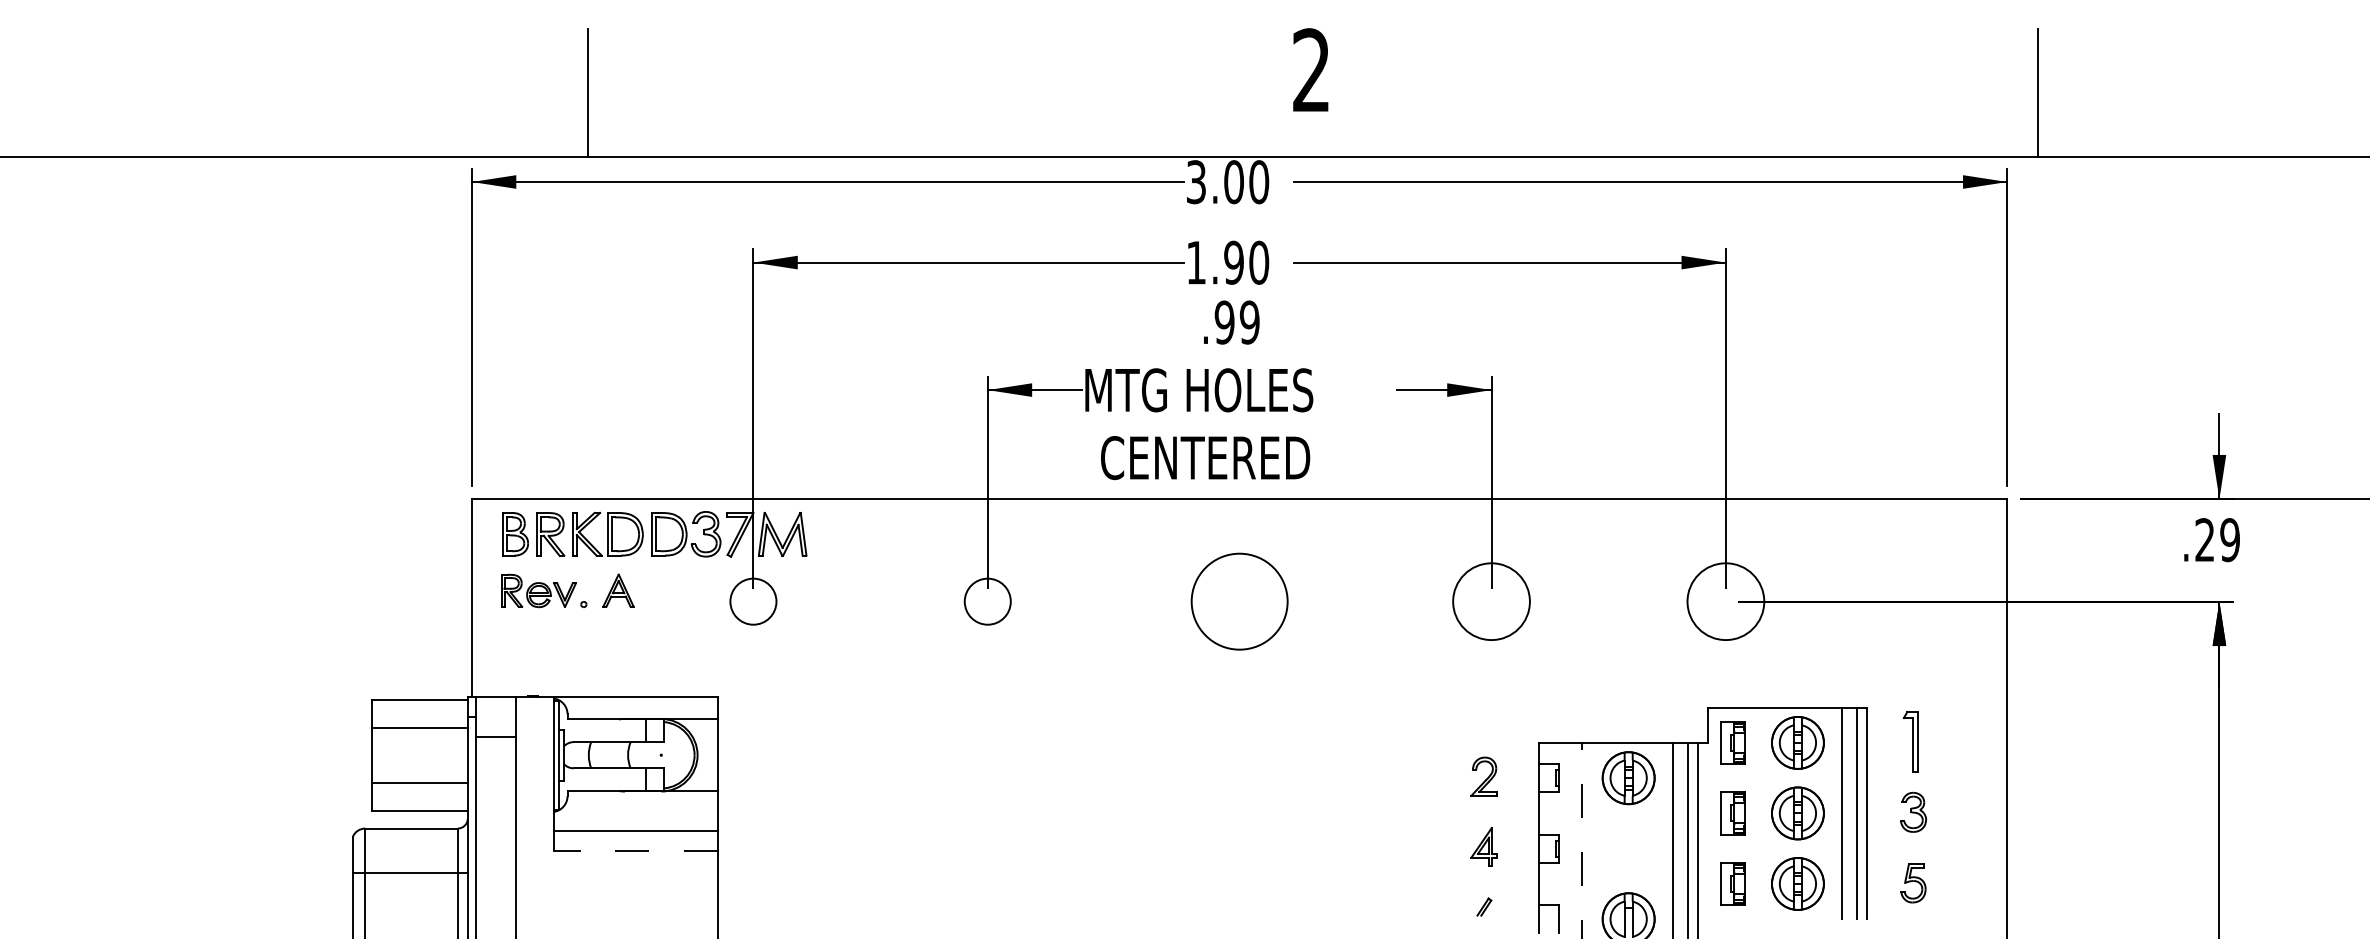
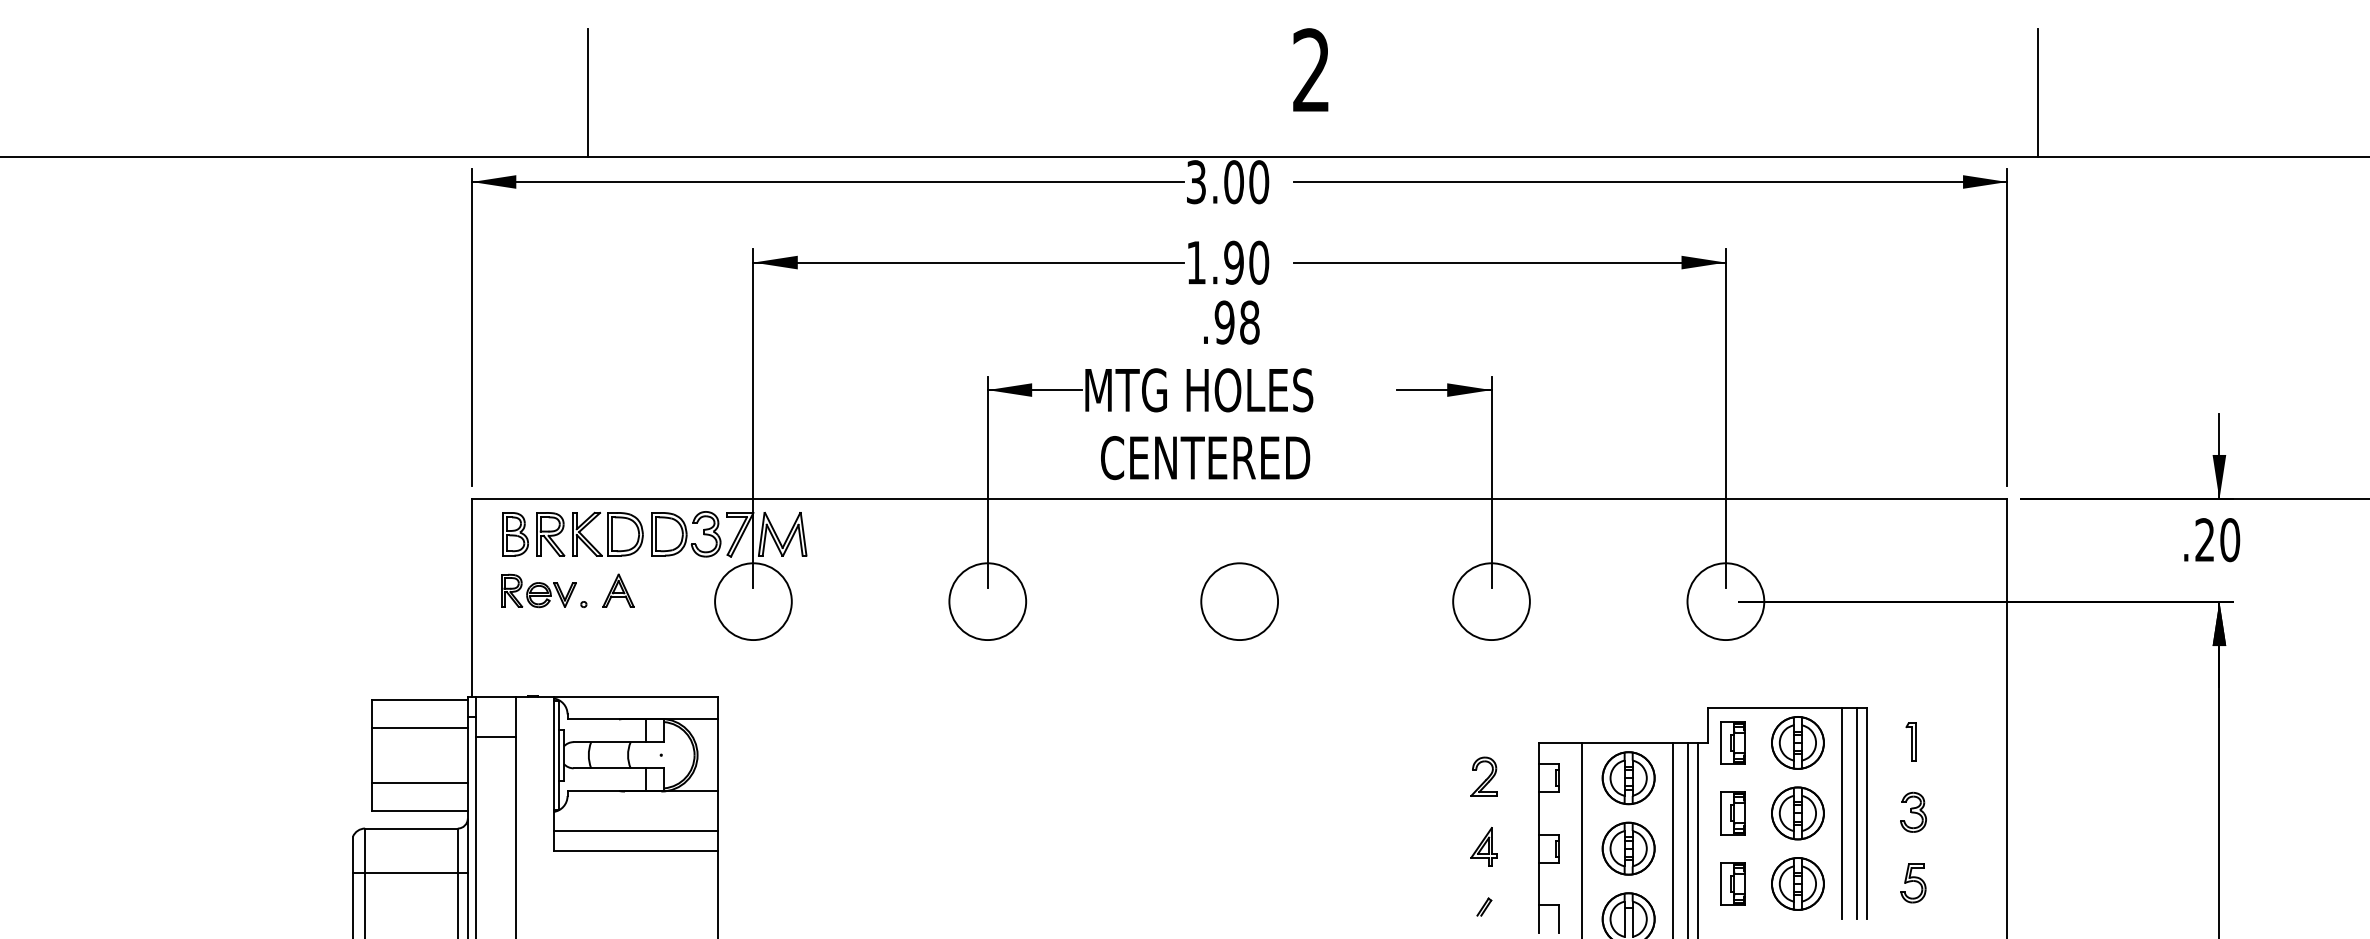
text at (1249, 322): .99 -> .98
text at (2230, 540): .29 -> .20
circle at (753, 601) diameter: 46 px -> 77 px
circle at (987, 601) diameter: 46 px -> 77 px
circle at (1239, 601) diameter: 96 px -> 77 px
part at (1910, 741) size: 17x62 px -> 12x40 px
line at (1582, 840): dashed -> solid
part at (1628, 848): none -> present
line at (635, 850): dashed -> solid
